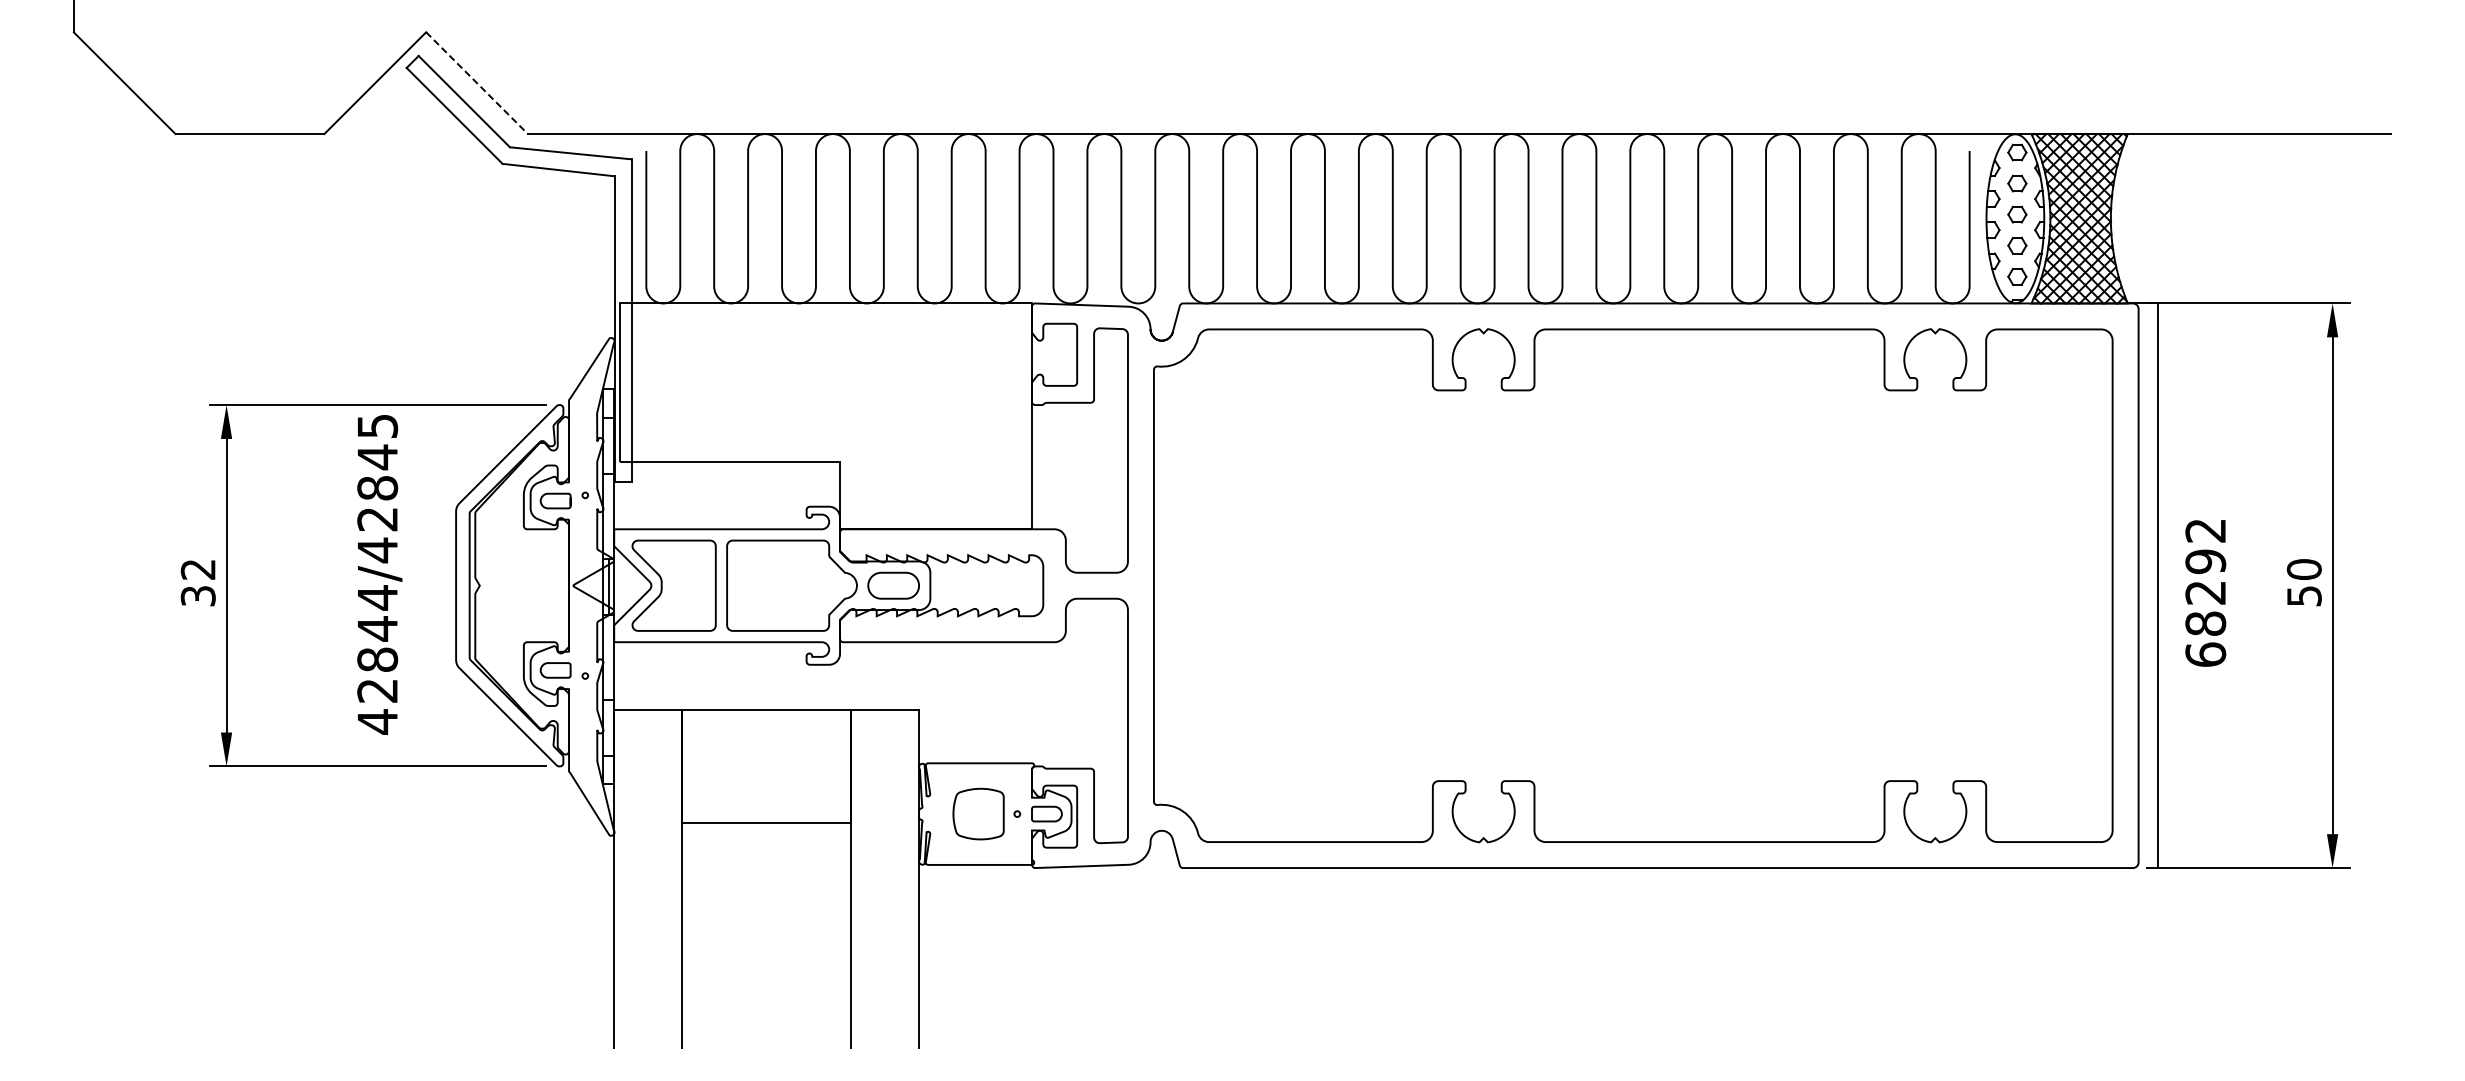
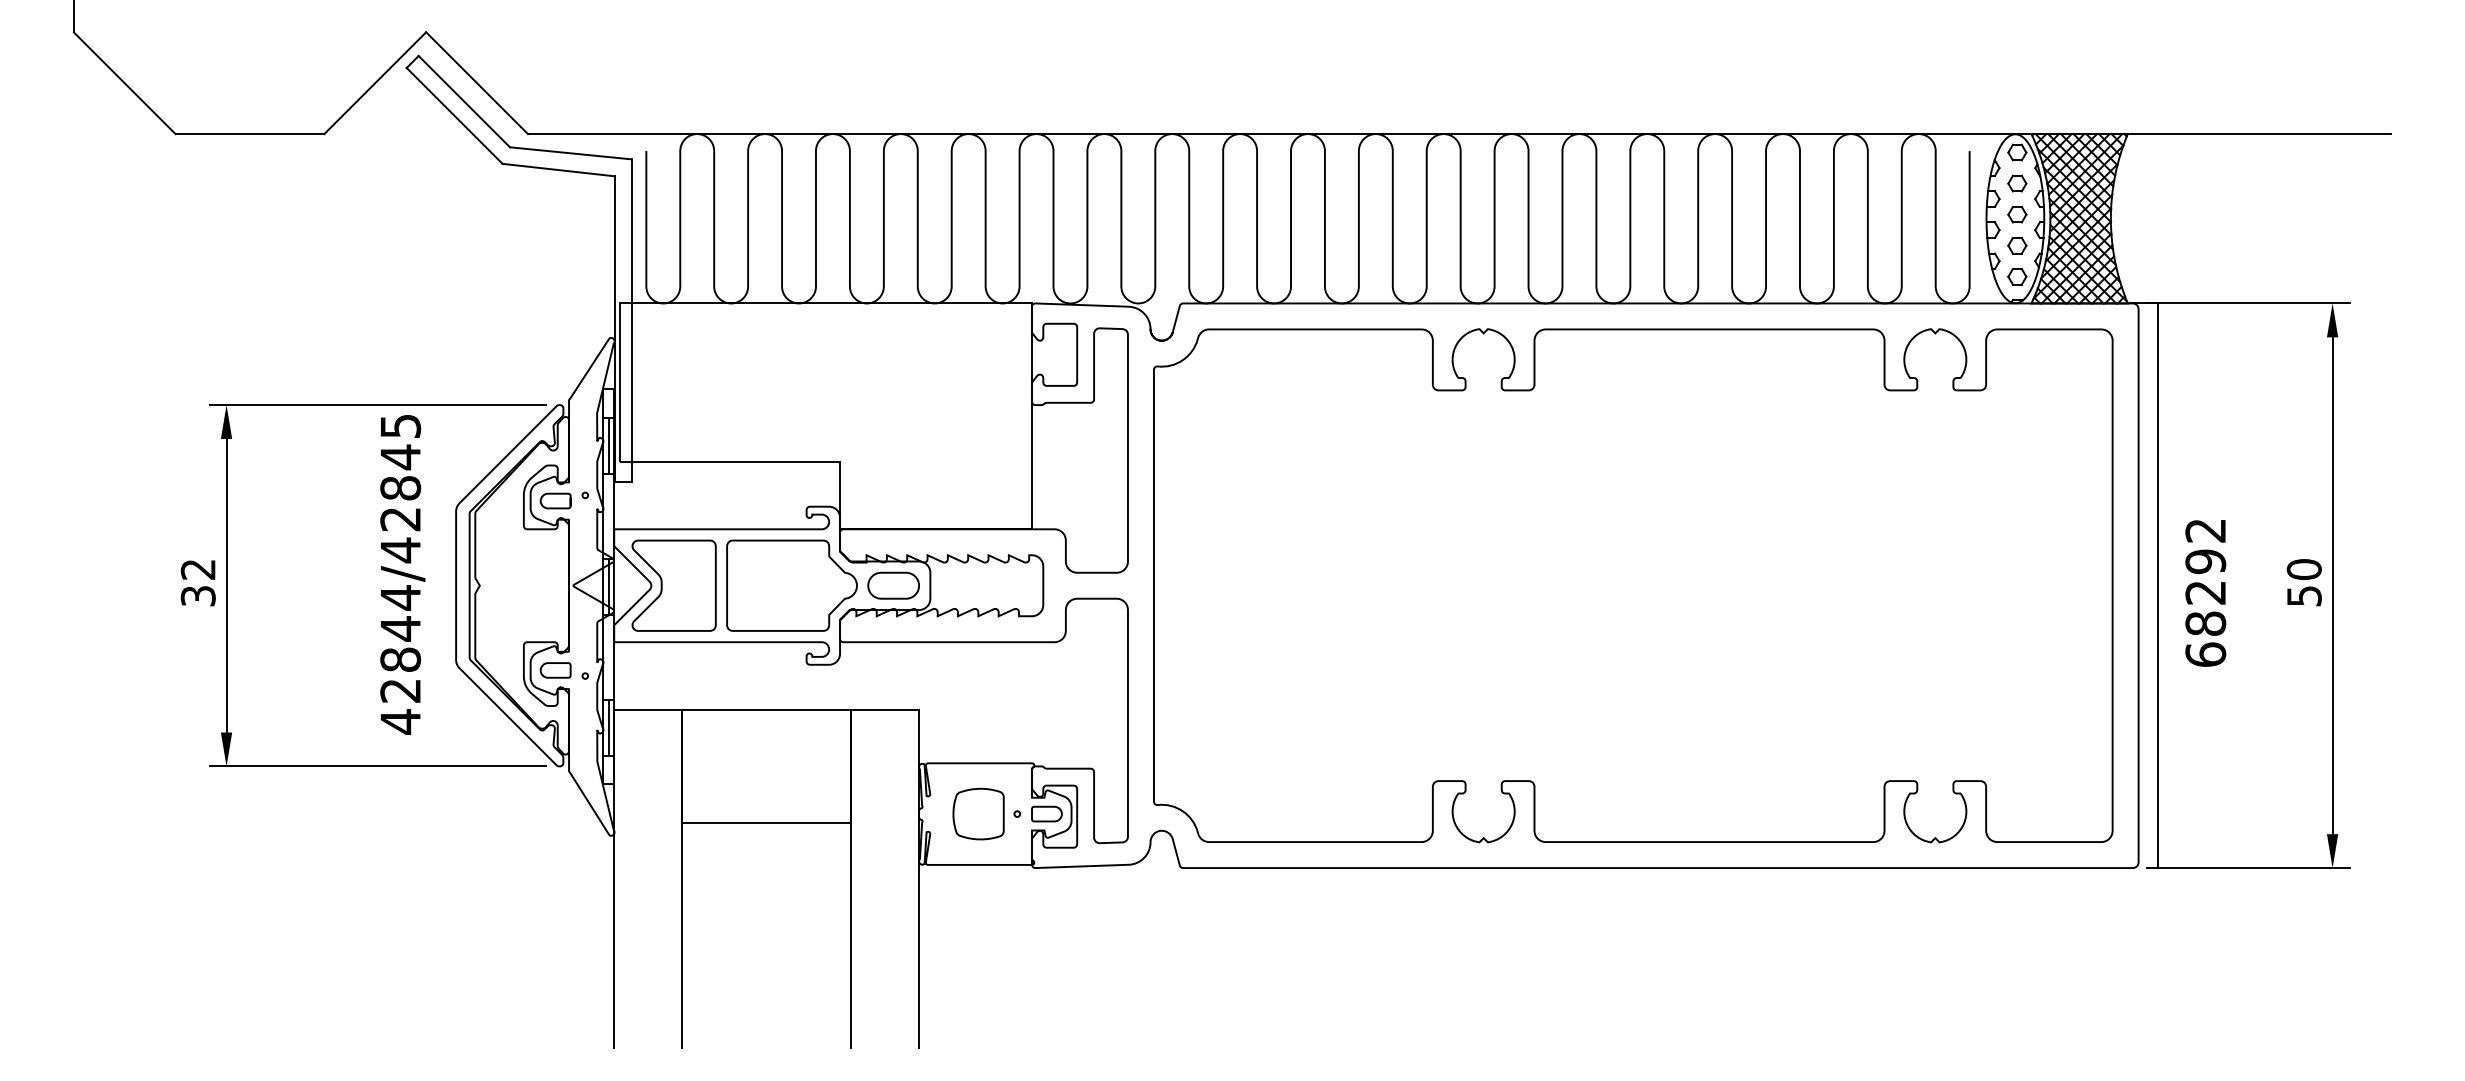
line at (477, 83): dashed -> solid
line at (608, 445): none -> present
text at (379, 574) position: (379, 574) -> (402, 574)
line at (608, 727): none -> present
